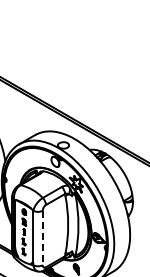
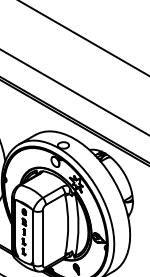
line at (83, 38): none -> present
line at (74, 91): none -> present
line at (42, 238): dashed -> solid
